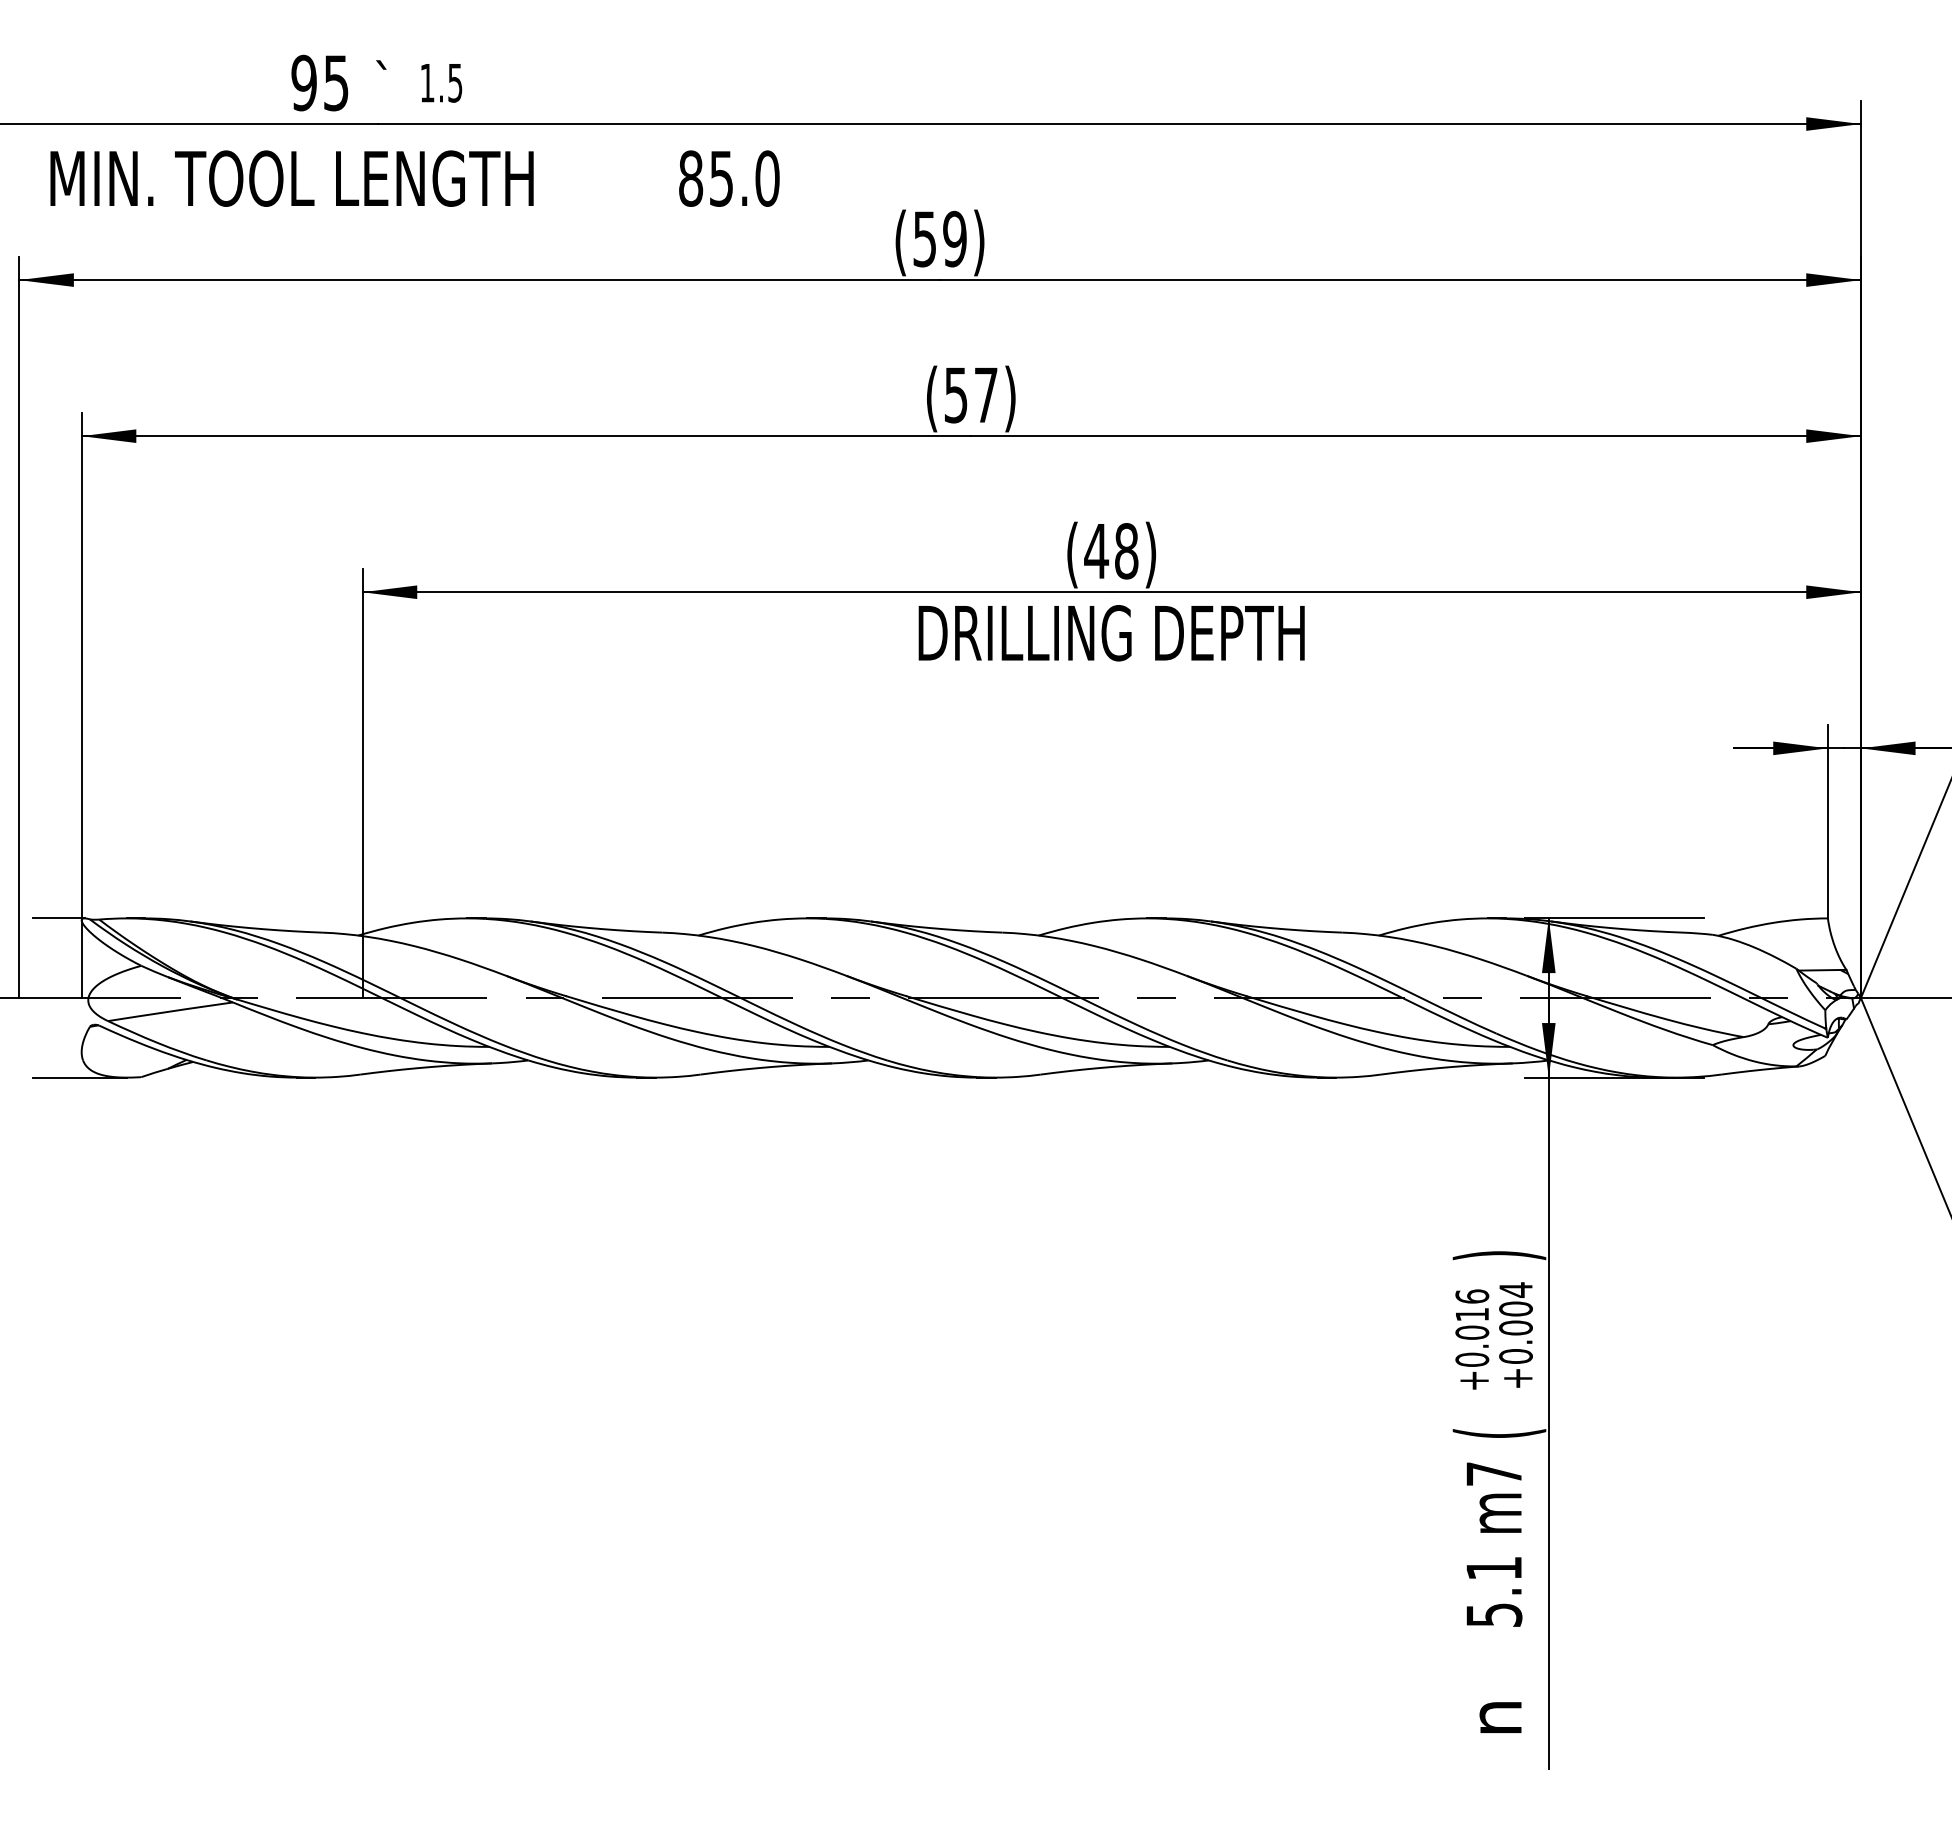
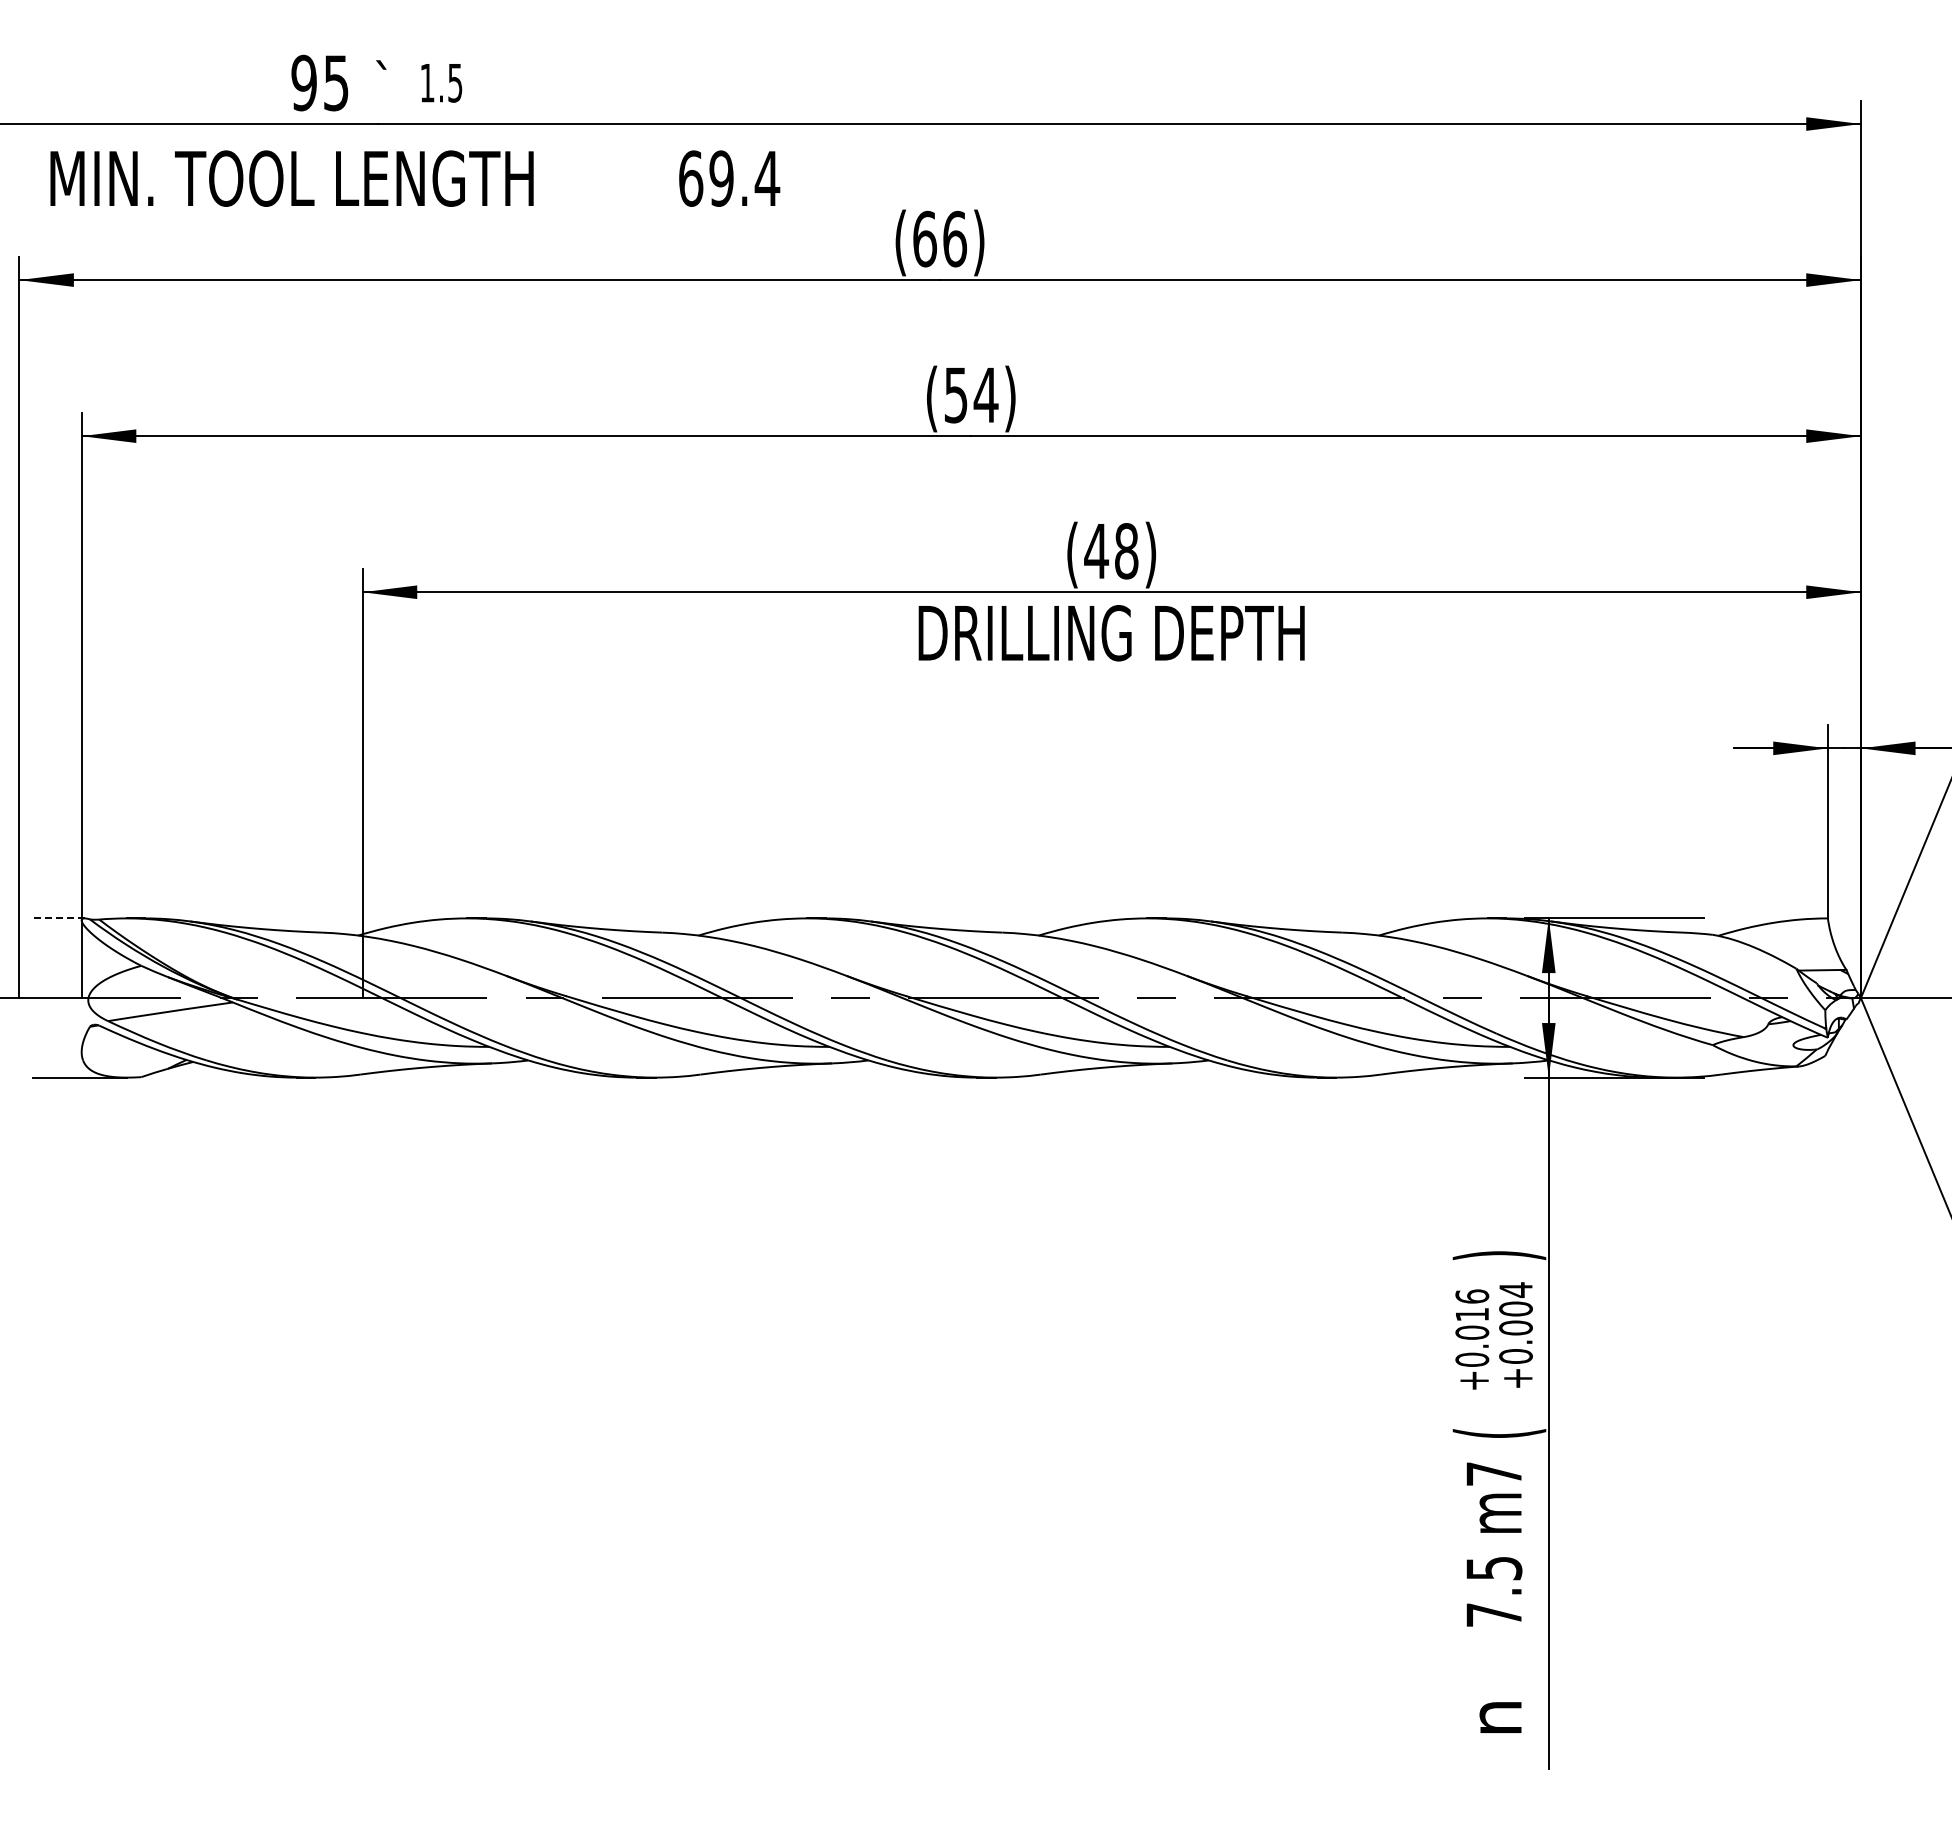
text at (729, 178): 85.0 -> 69.4
text at (940, 238): (59) -> (66)
text at (985, 394): (57) -> (54)
line at (58, 918): solid -> dashed
text at (1494, 1591): 5.1 -> 7.5
